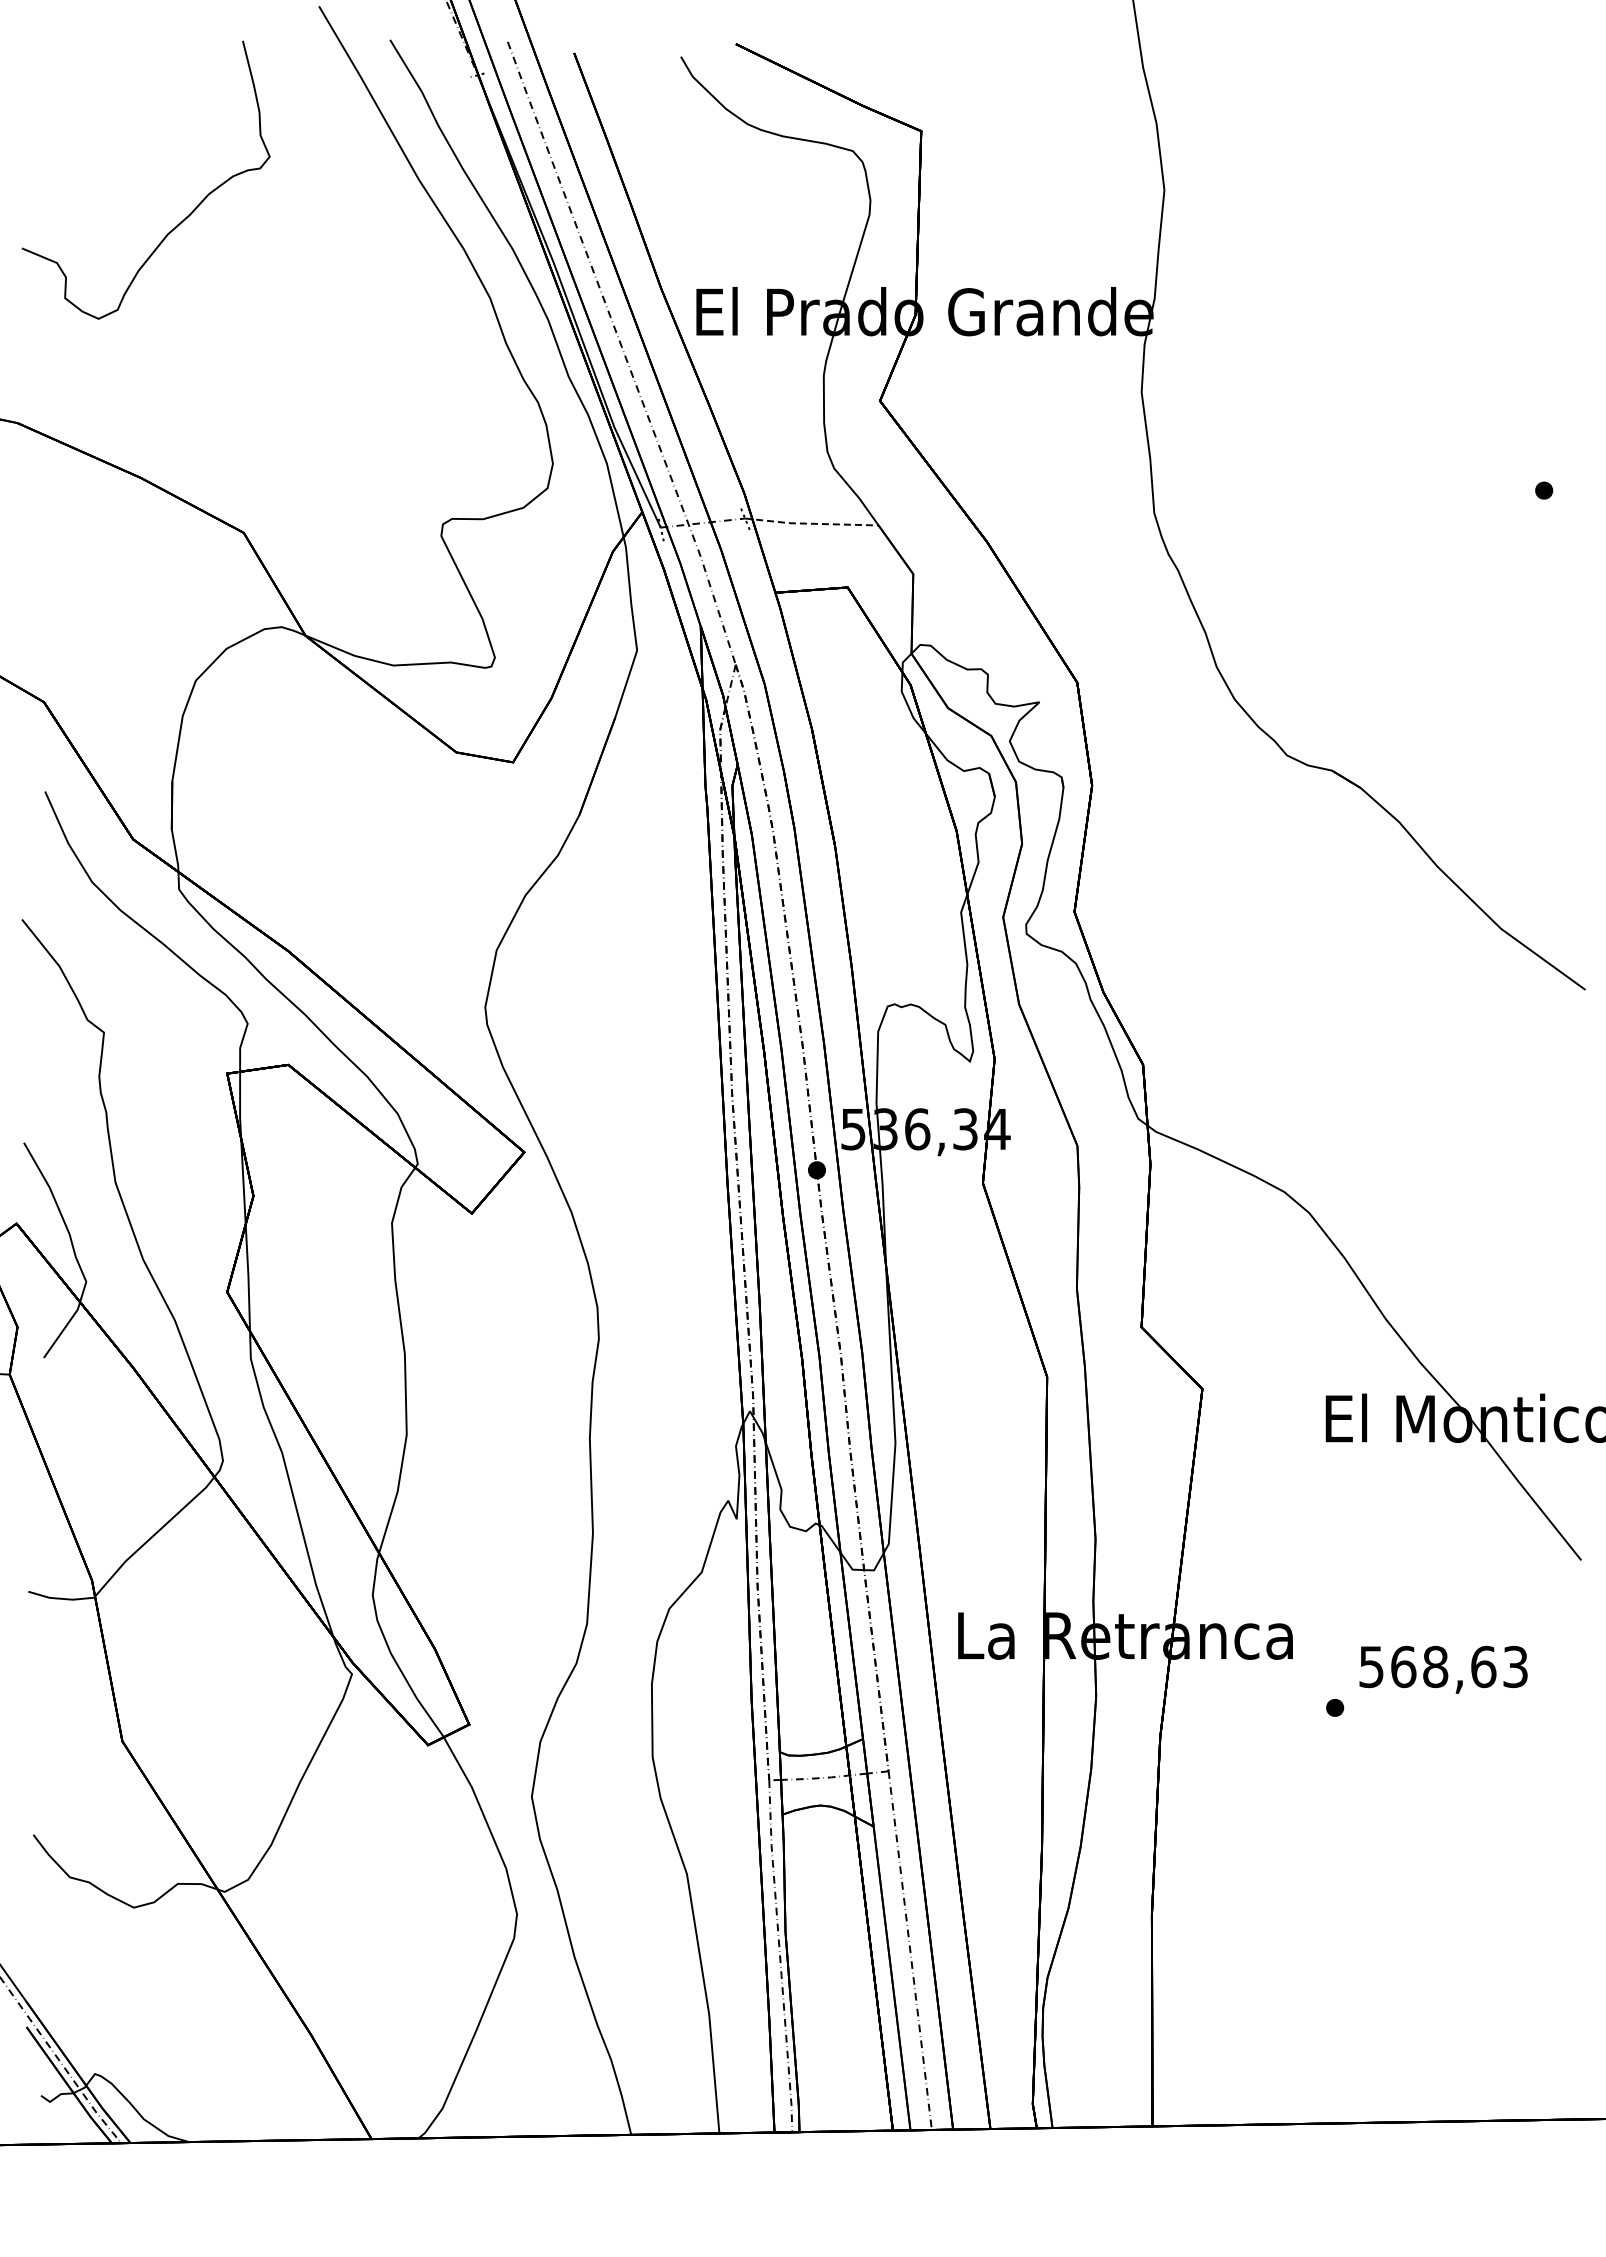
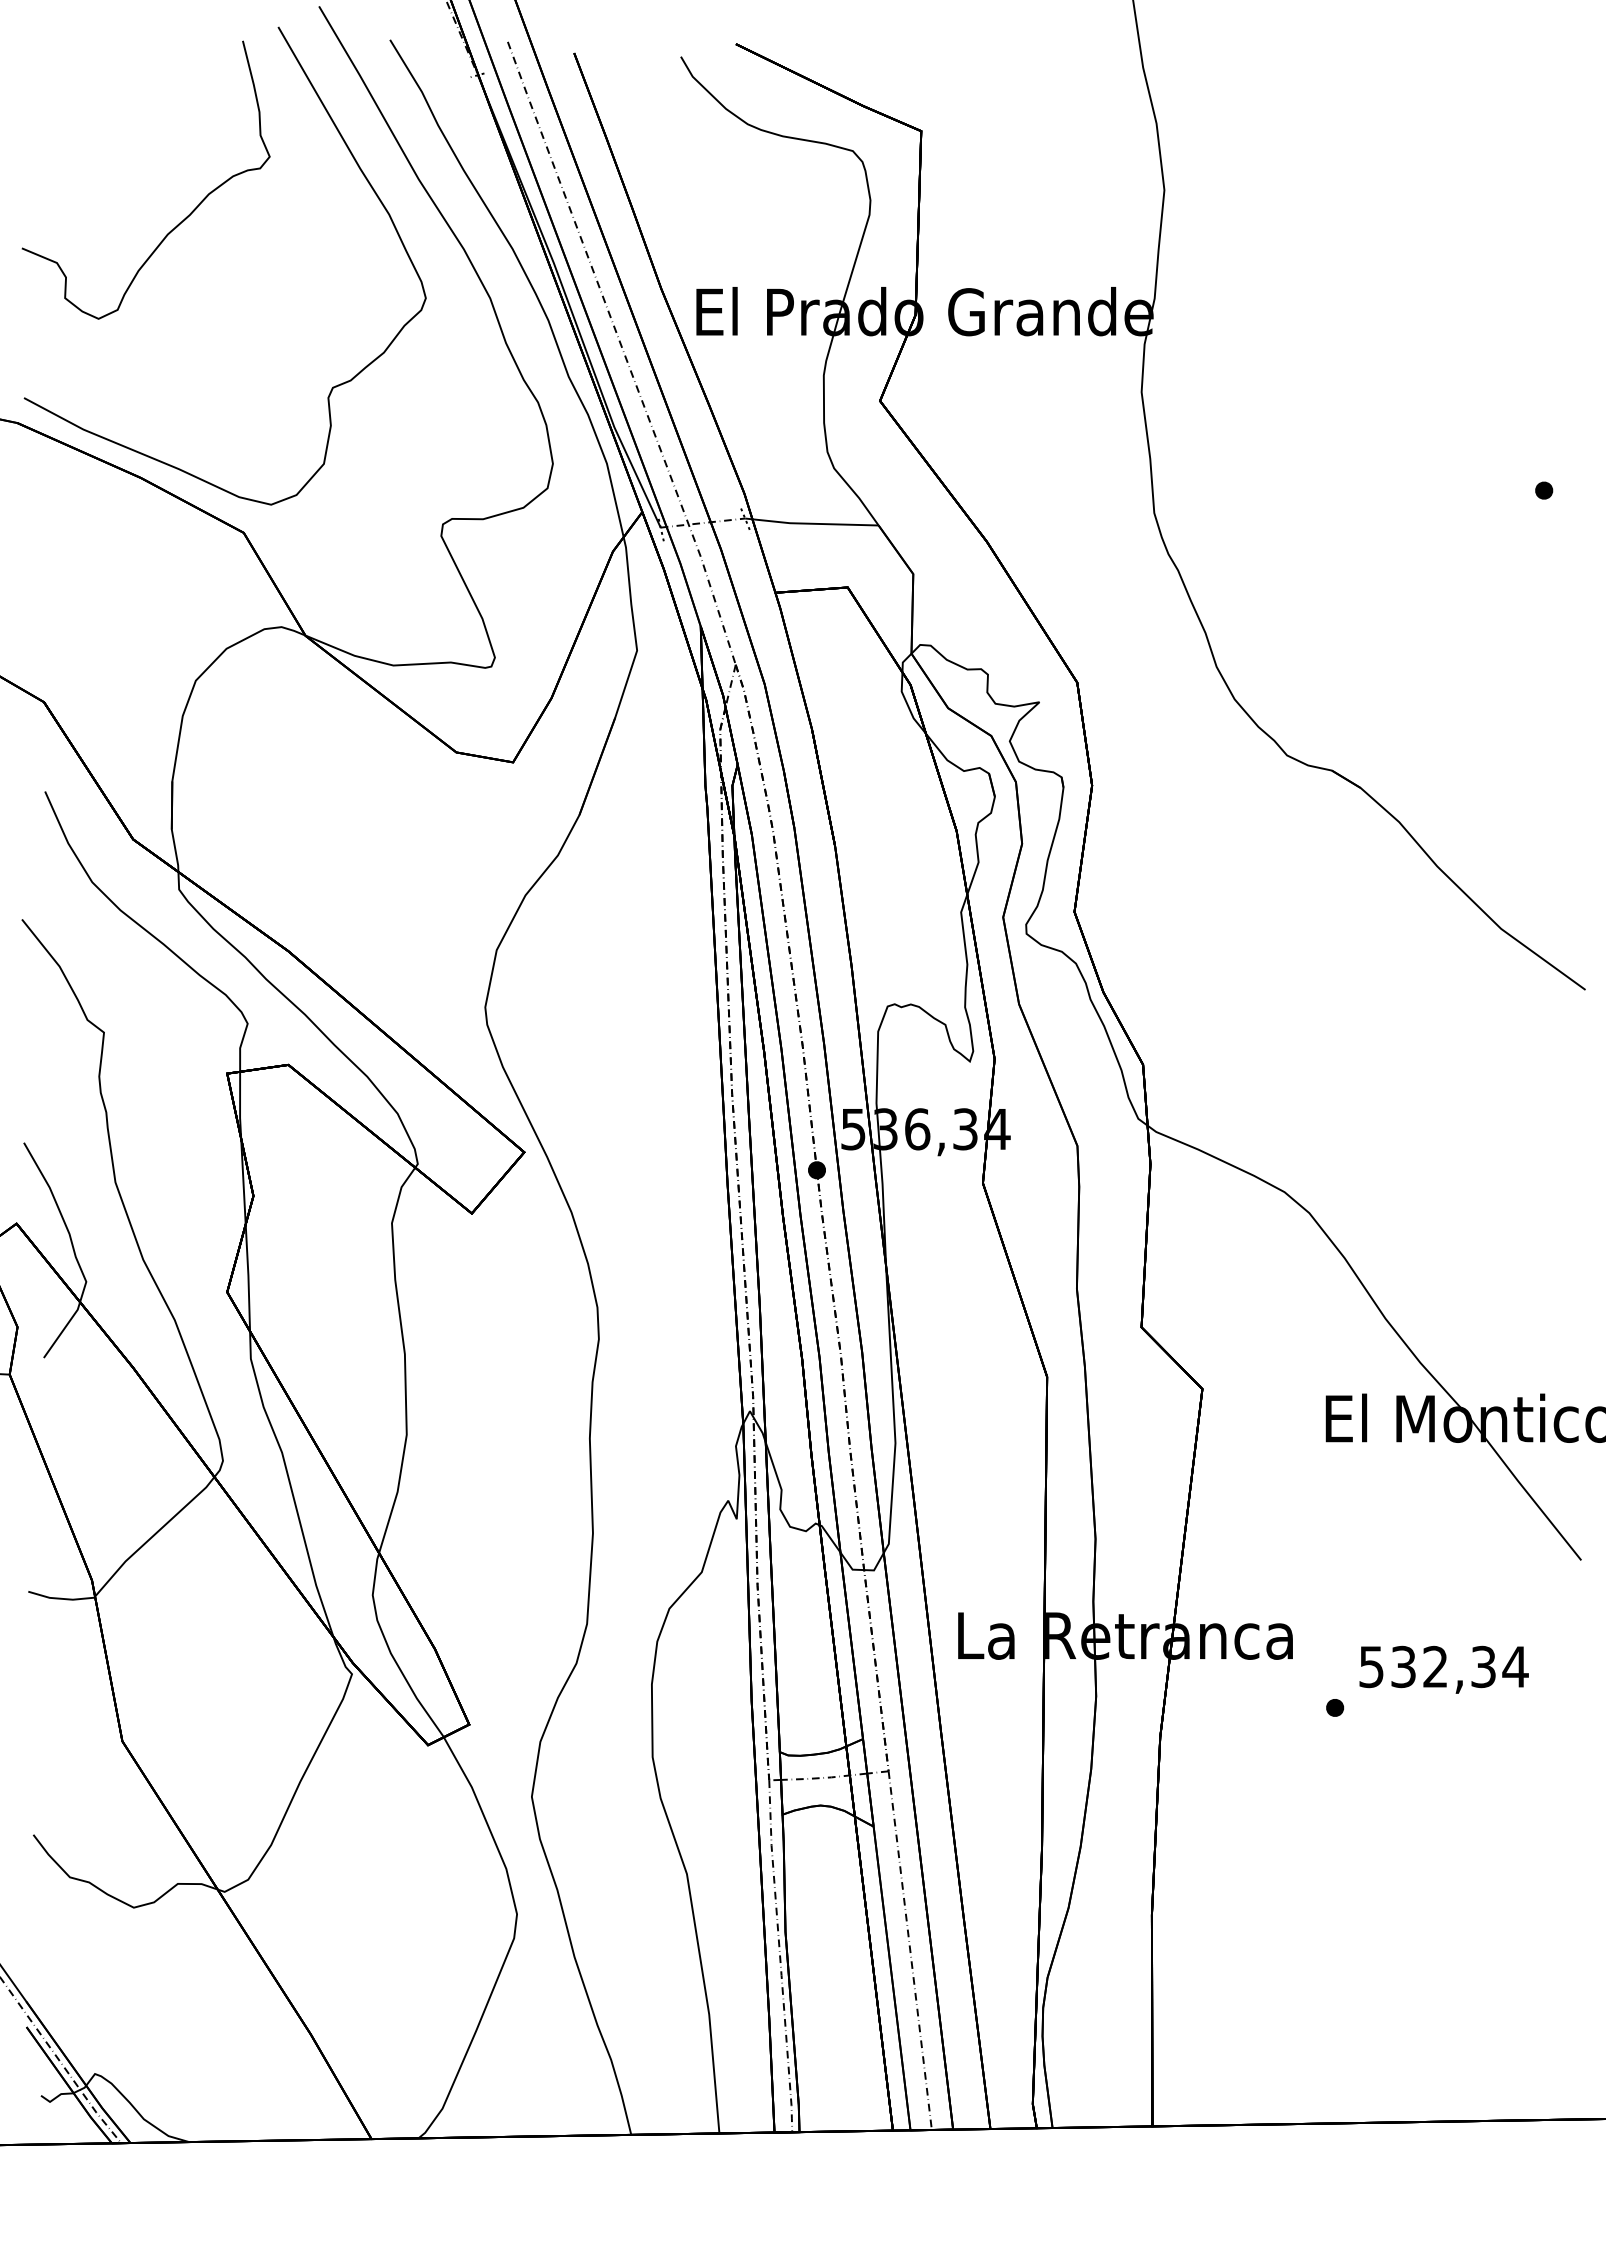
curve at (333, 386): none -> present
line at (810, 523): dashed -> solid
text at (1459, 1666): 568,63 -> 532,34
